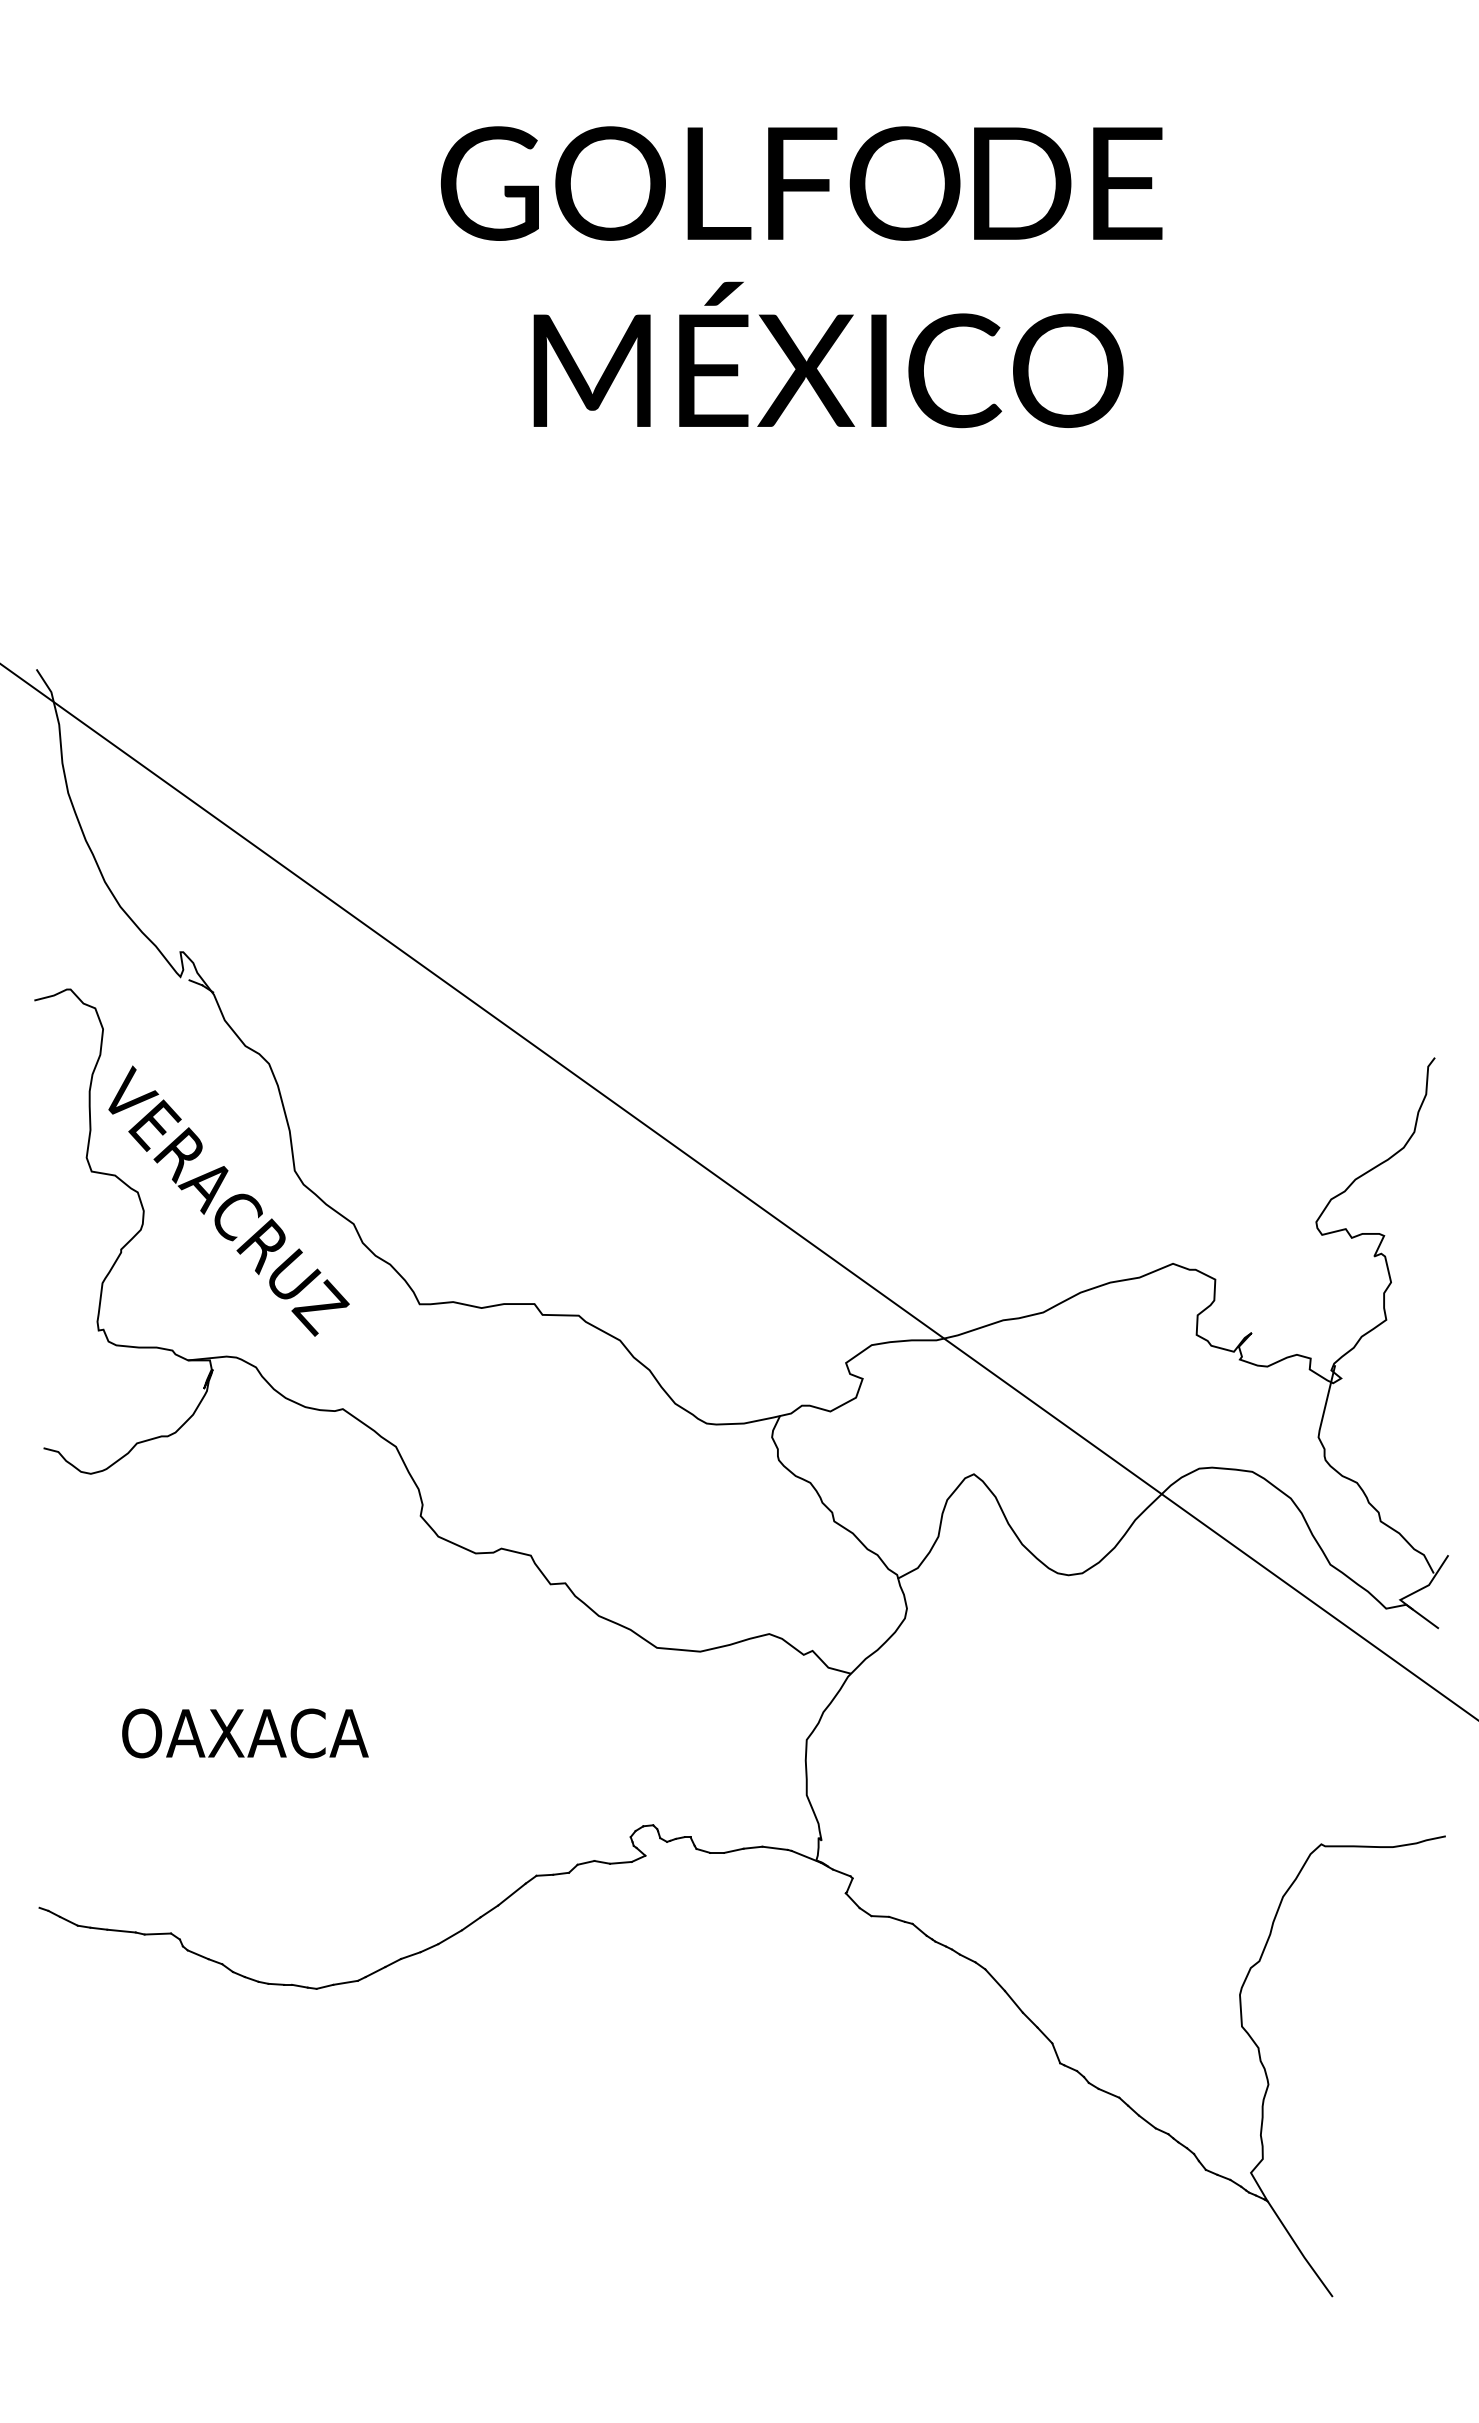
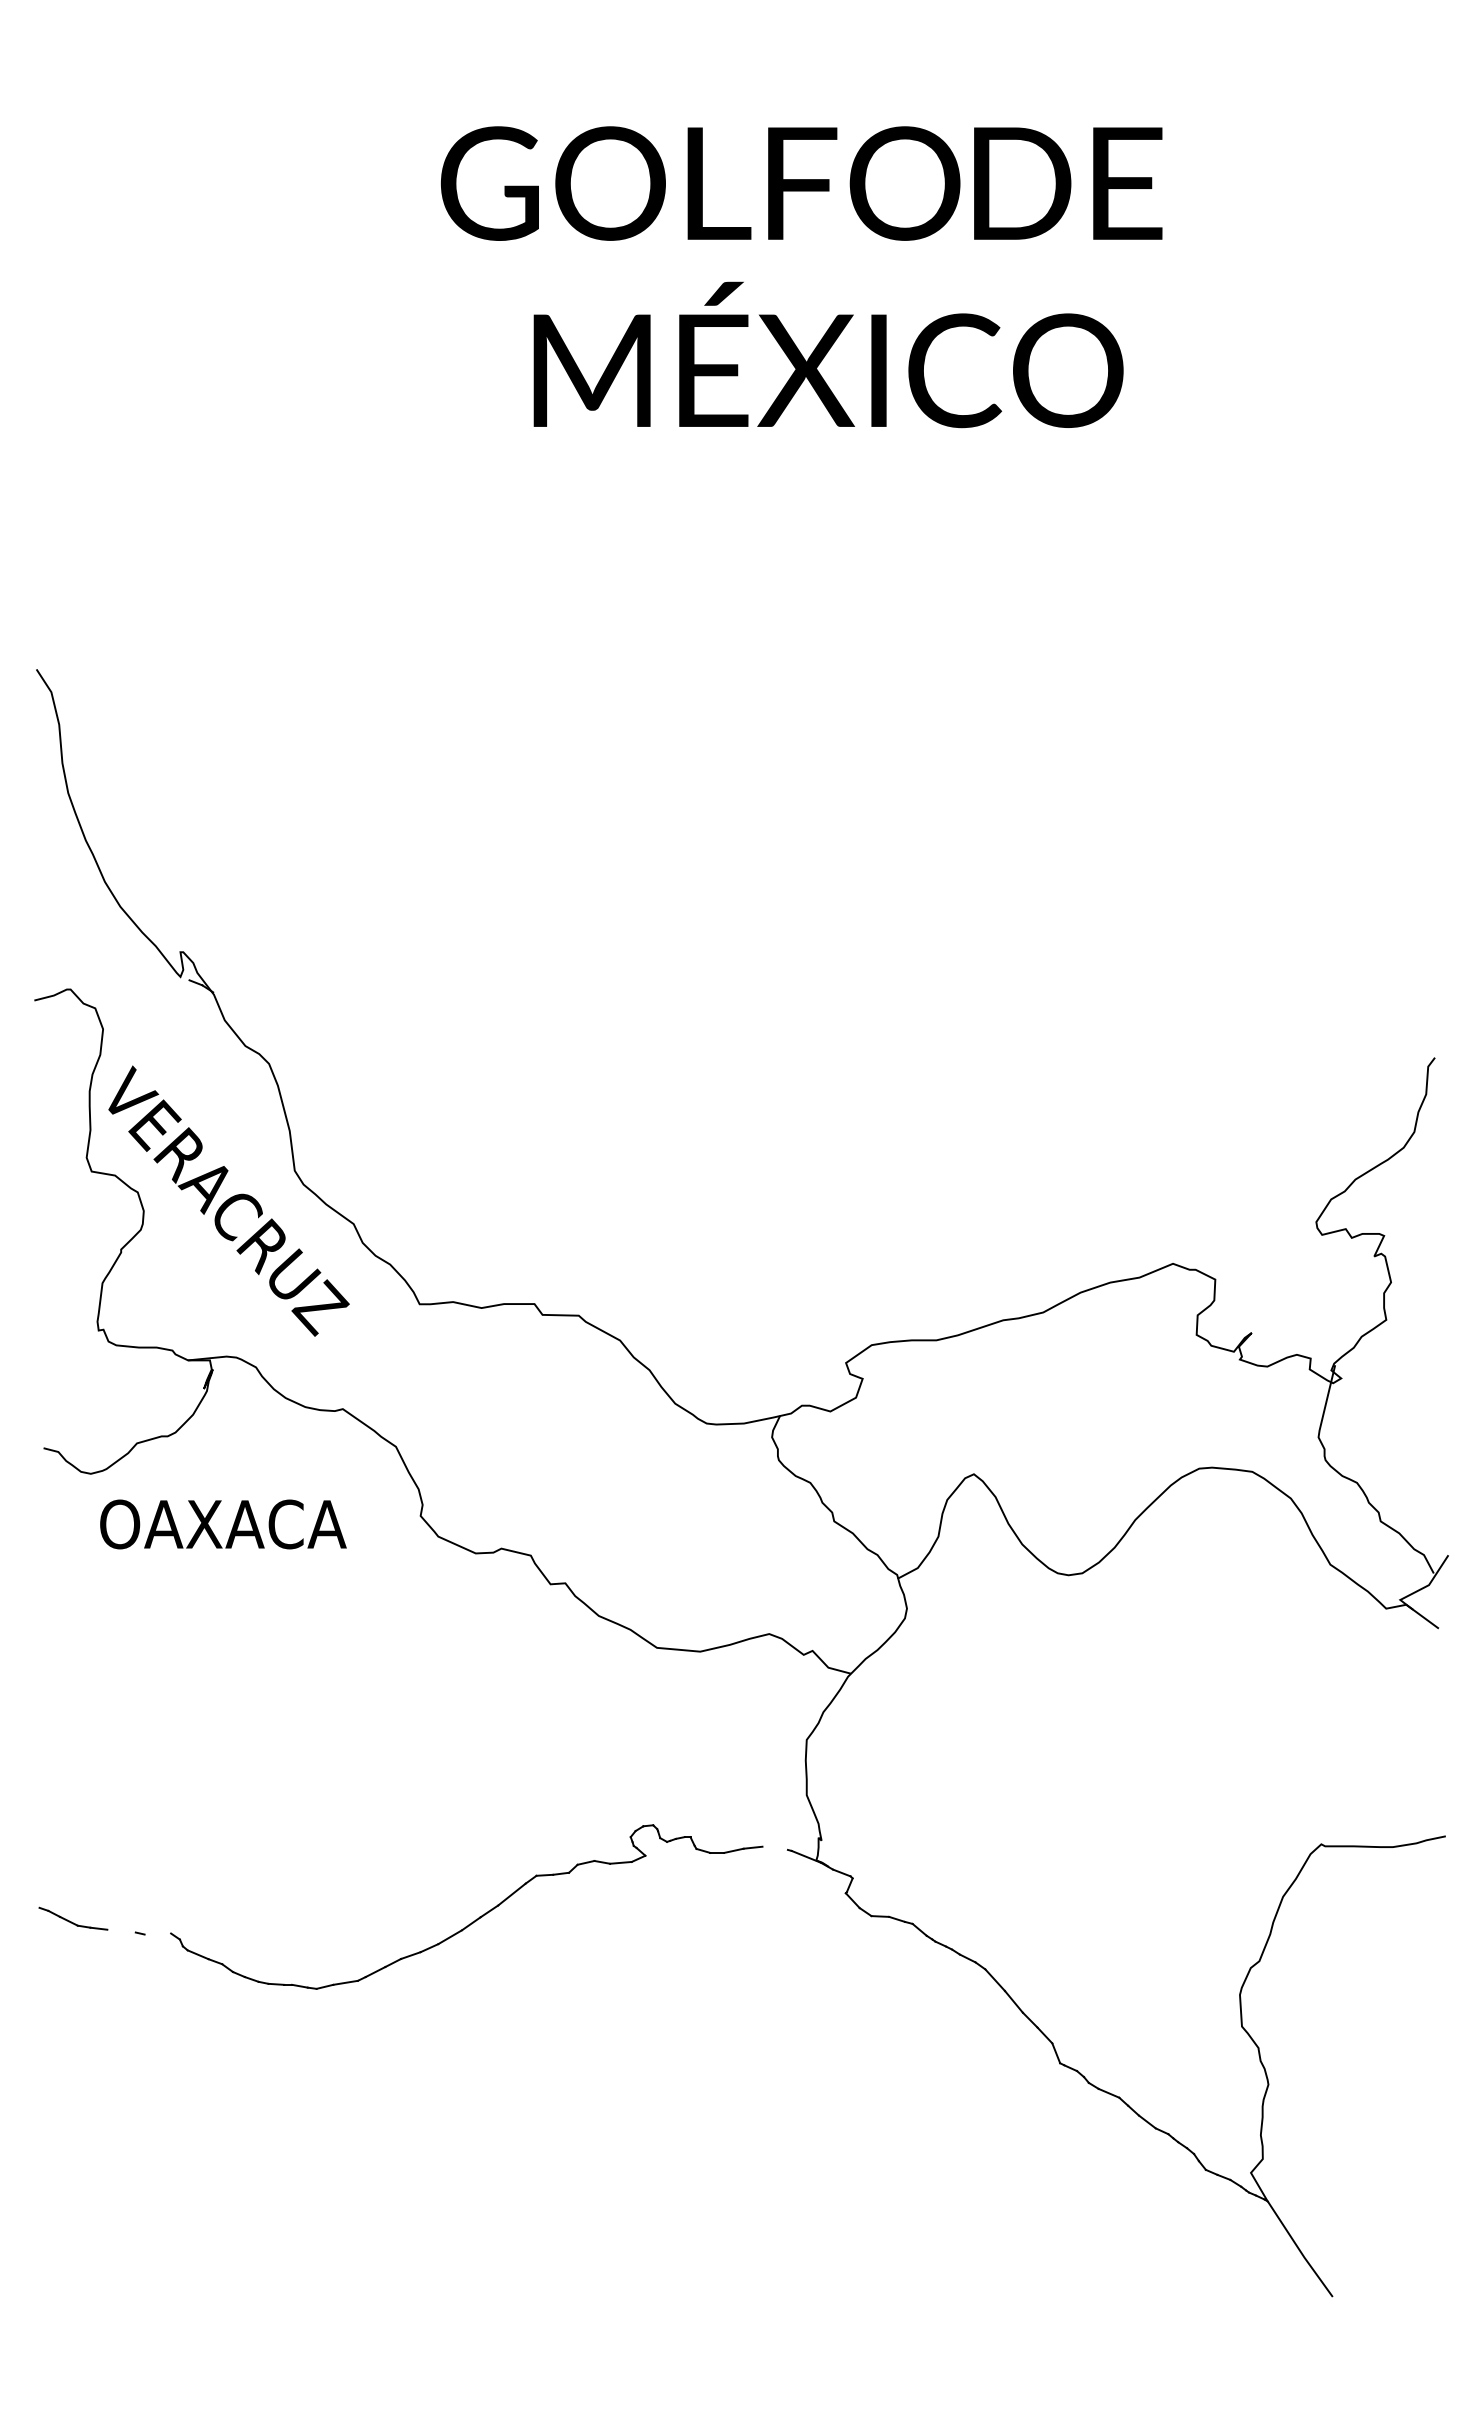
line at (738, 1191): present -> none
text at (245, 1733) position: (245, 1733) -> (223, 1524)
line at (774, 1847): present -> none
line at (121, 1930): present -> none
line at (157, 1933): present -> none
